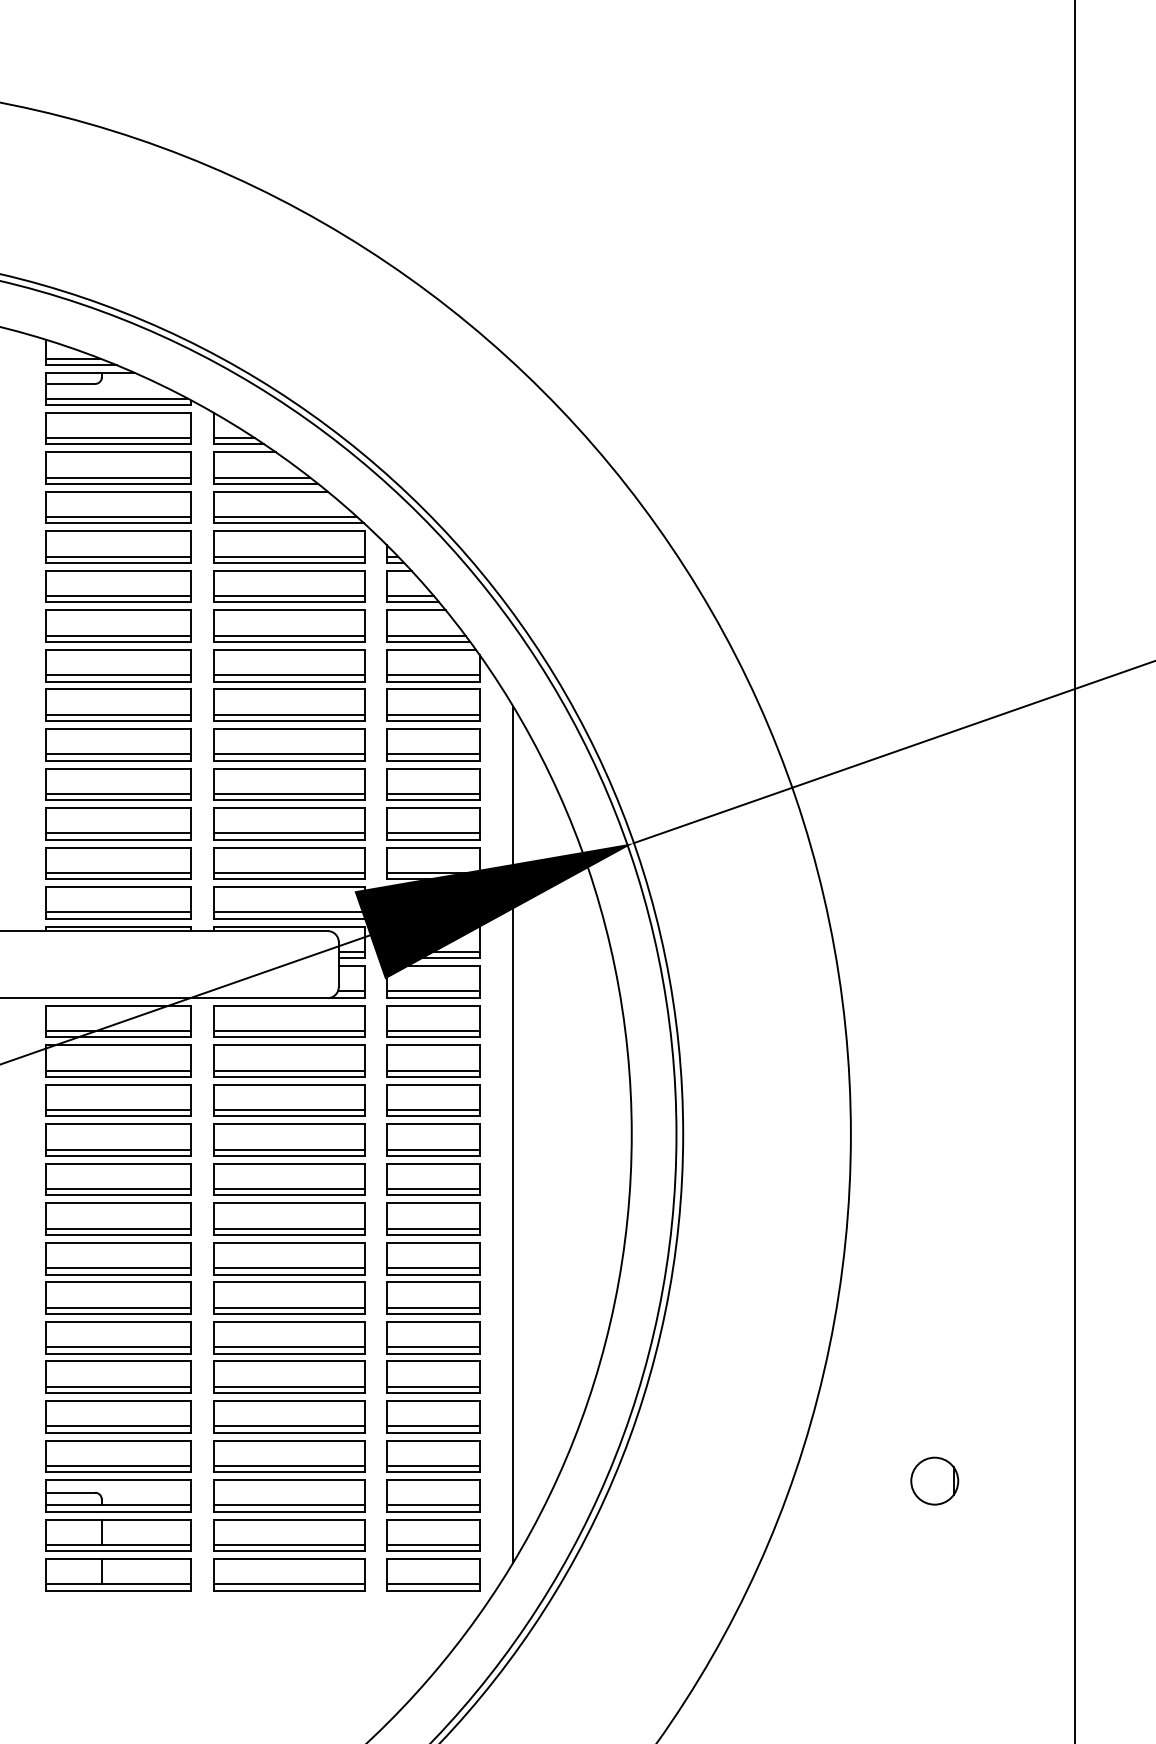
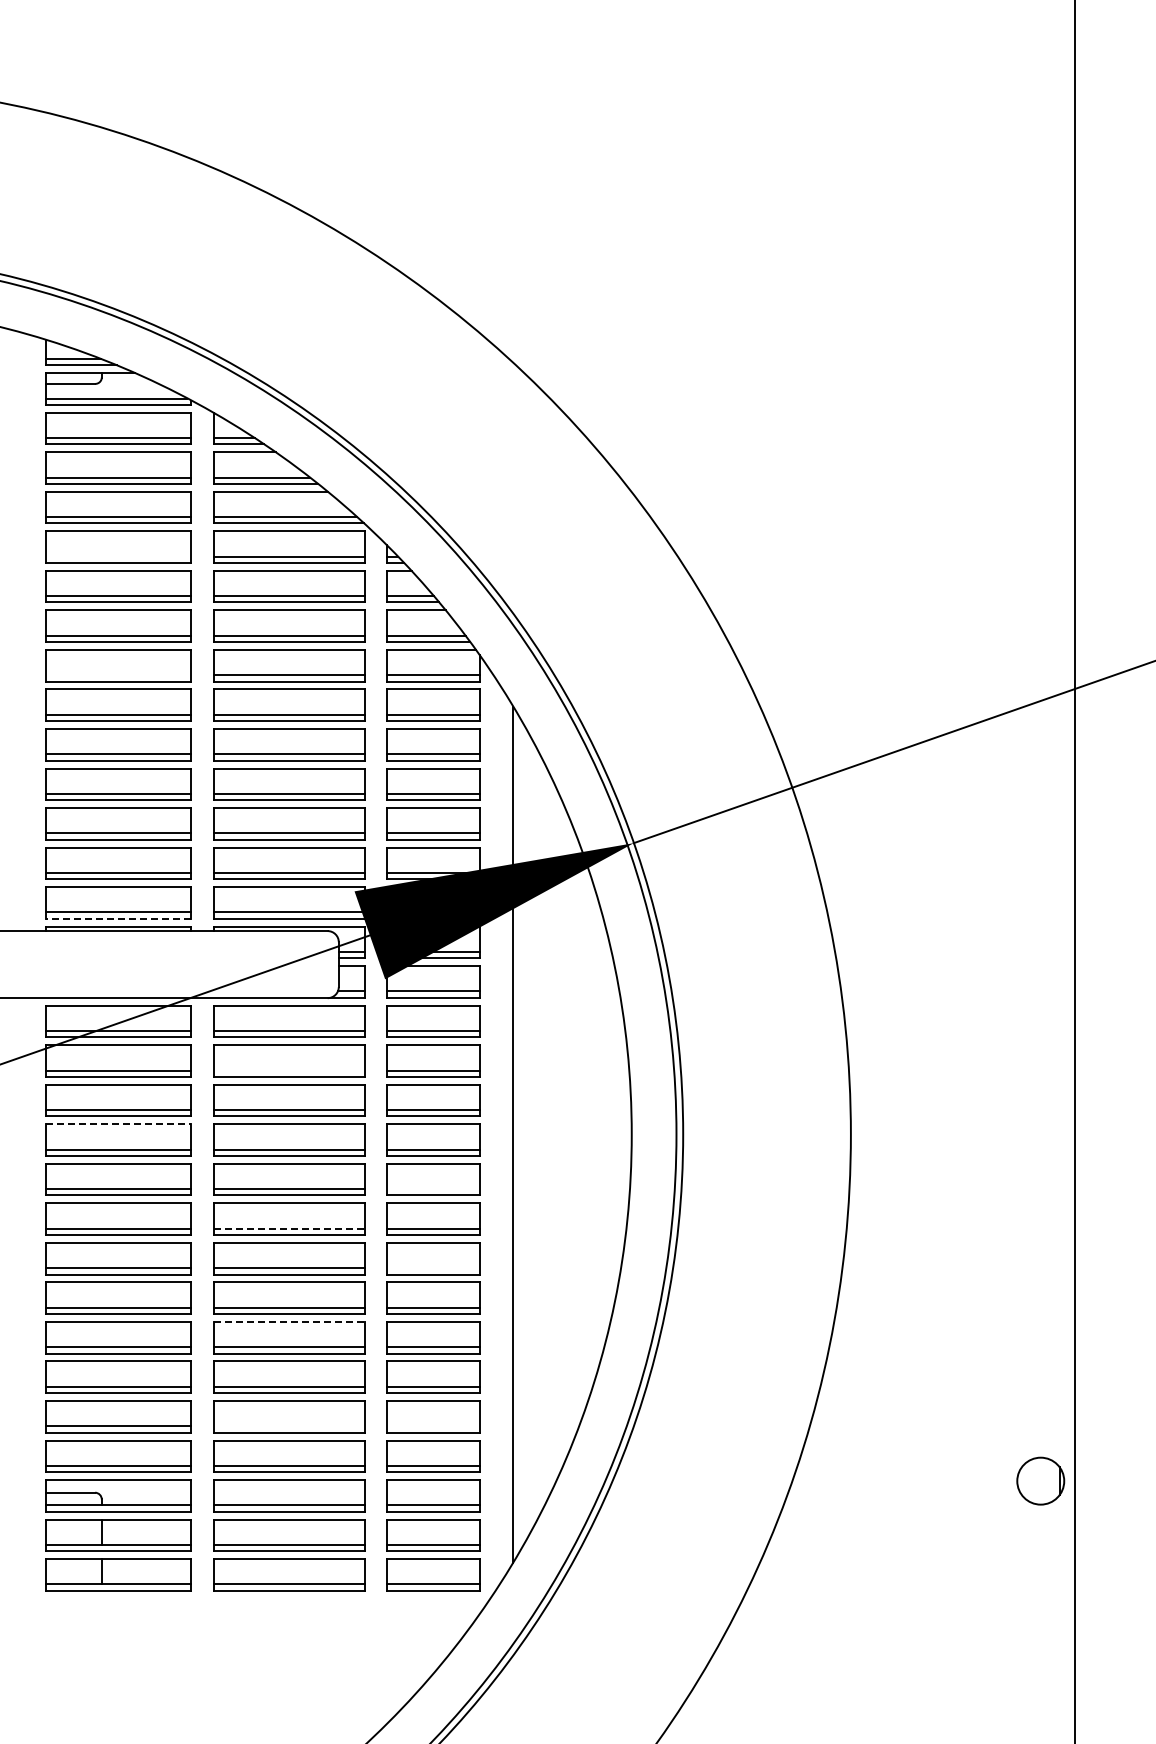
line at (118, 556): present -> none
line at (118, 675): present -> none
line at (118, 918): solid -> dashed
line at (288, 1070): present -> none
line at (118, 1124): solid -> dashed
line at (432, 1189): present -> none
line at (289, 1228): solid -> dashed
line at (432, 1268): present -> none
line at (289, 1321): solid -> dashed
line at (288, 1426): present -> none
line at (432, 1426): present -> none
part at (934, 1480) position: (934, 1480) -> (1040, 1480)
